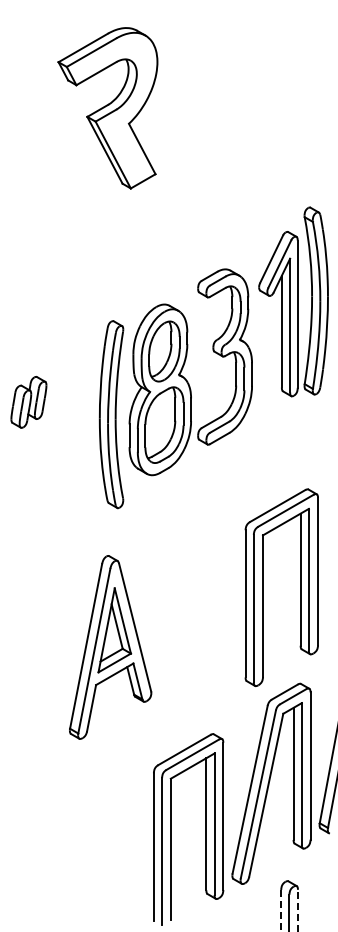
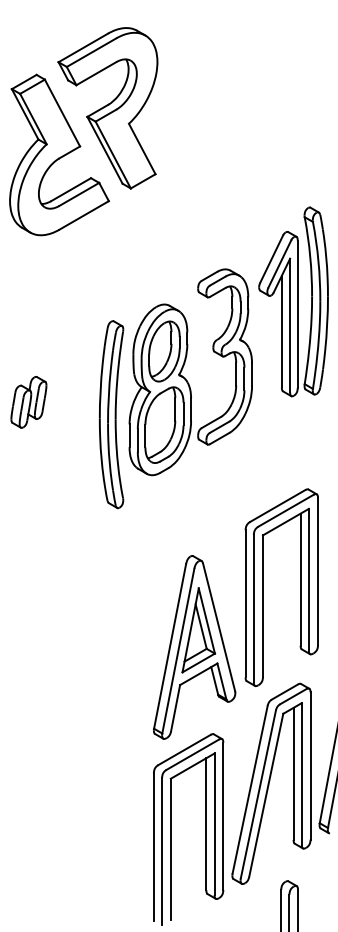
part at (59, 154): none -> present
part at (110, 647) position: (110, 647) -> (194, 647)
line at (281, 910): dashed -> solid
line at (297, 910): dashed -> solid
